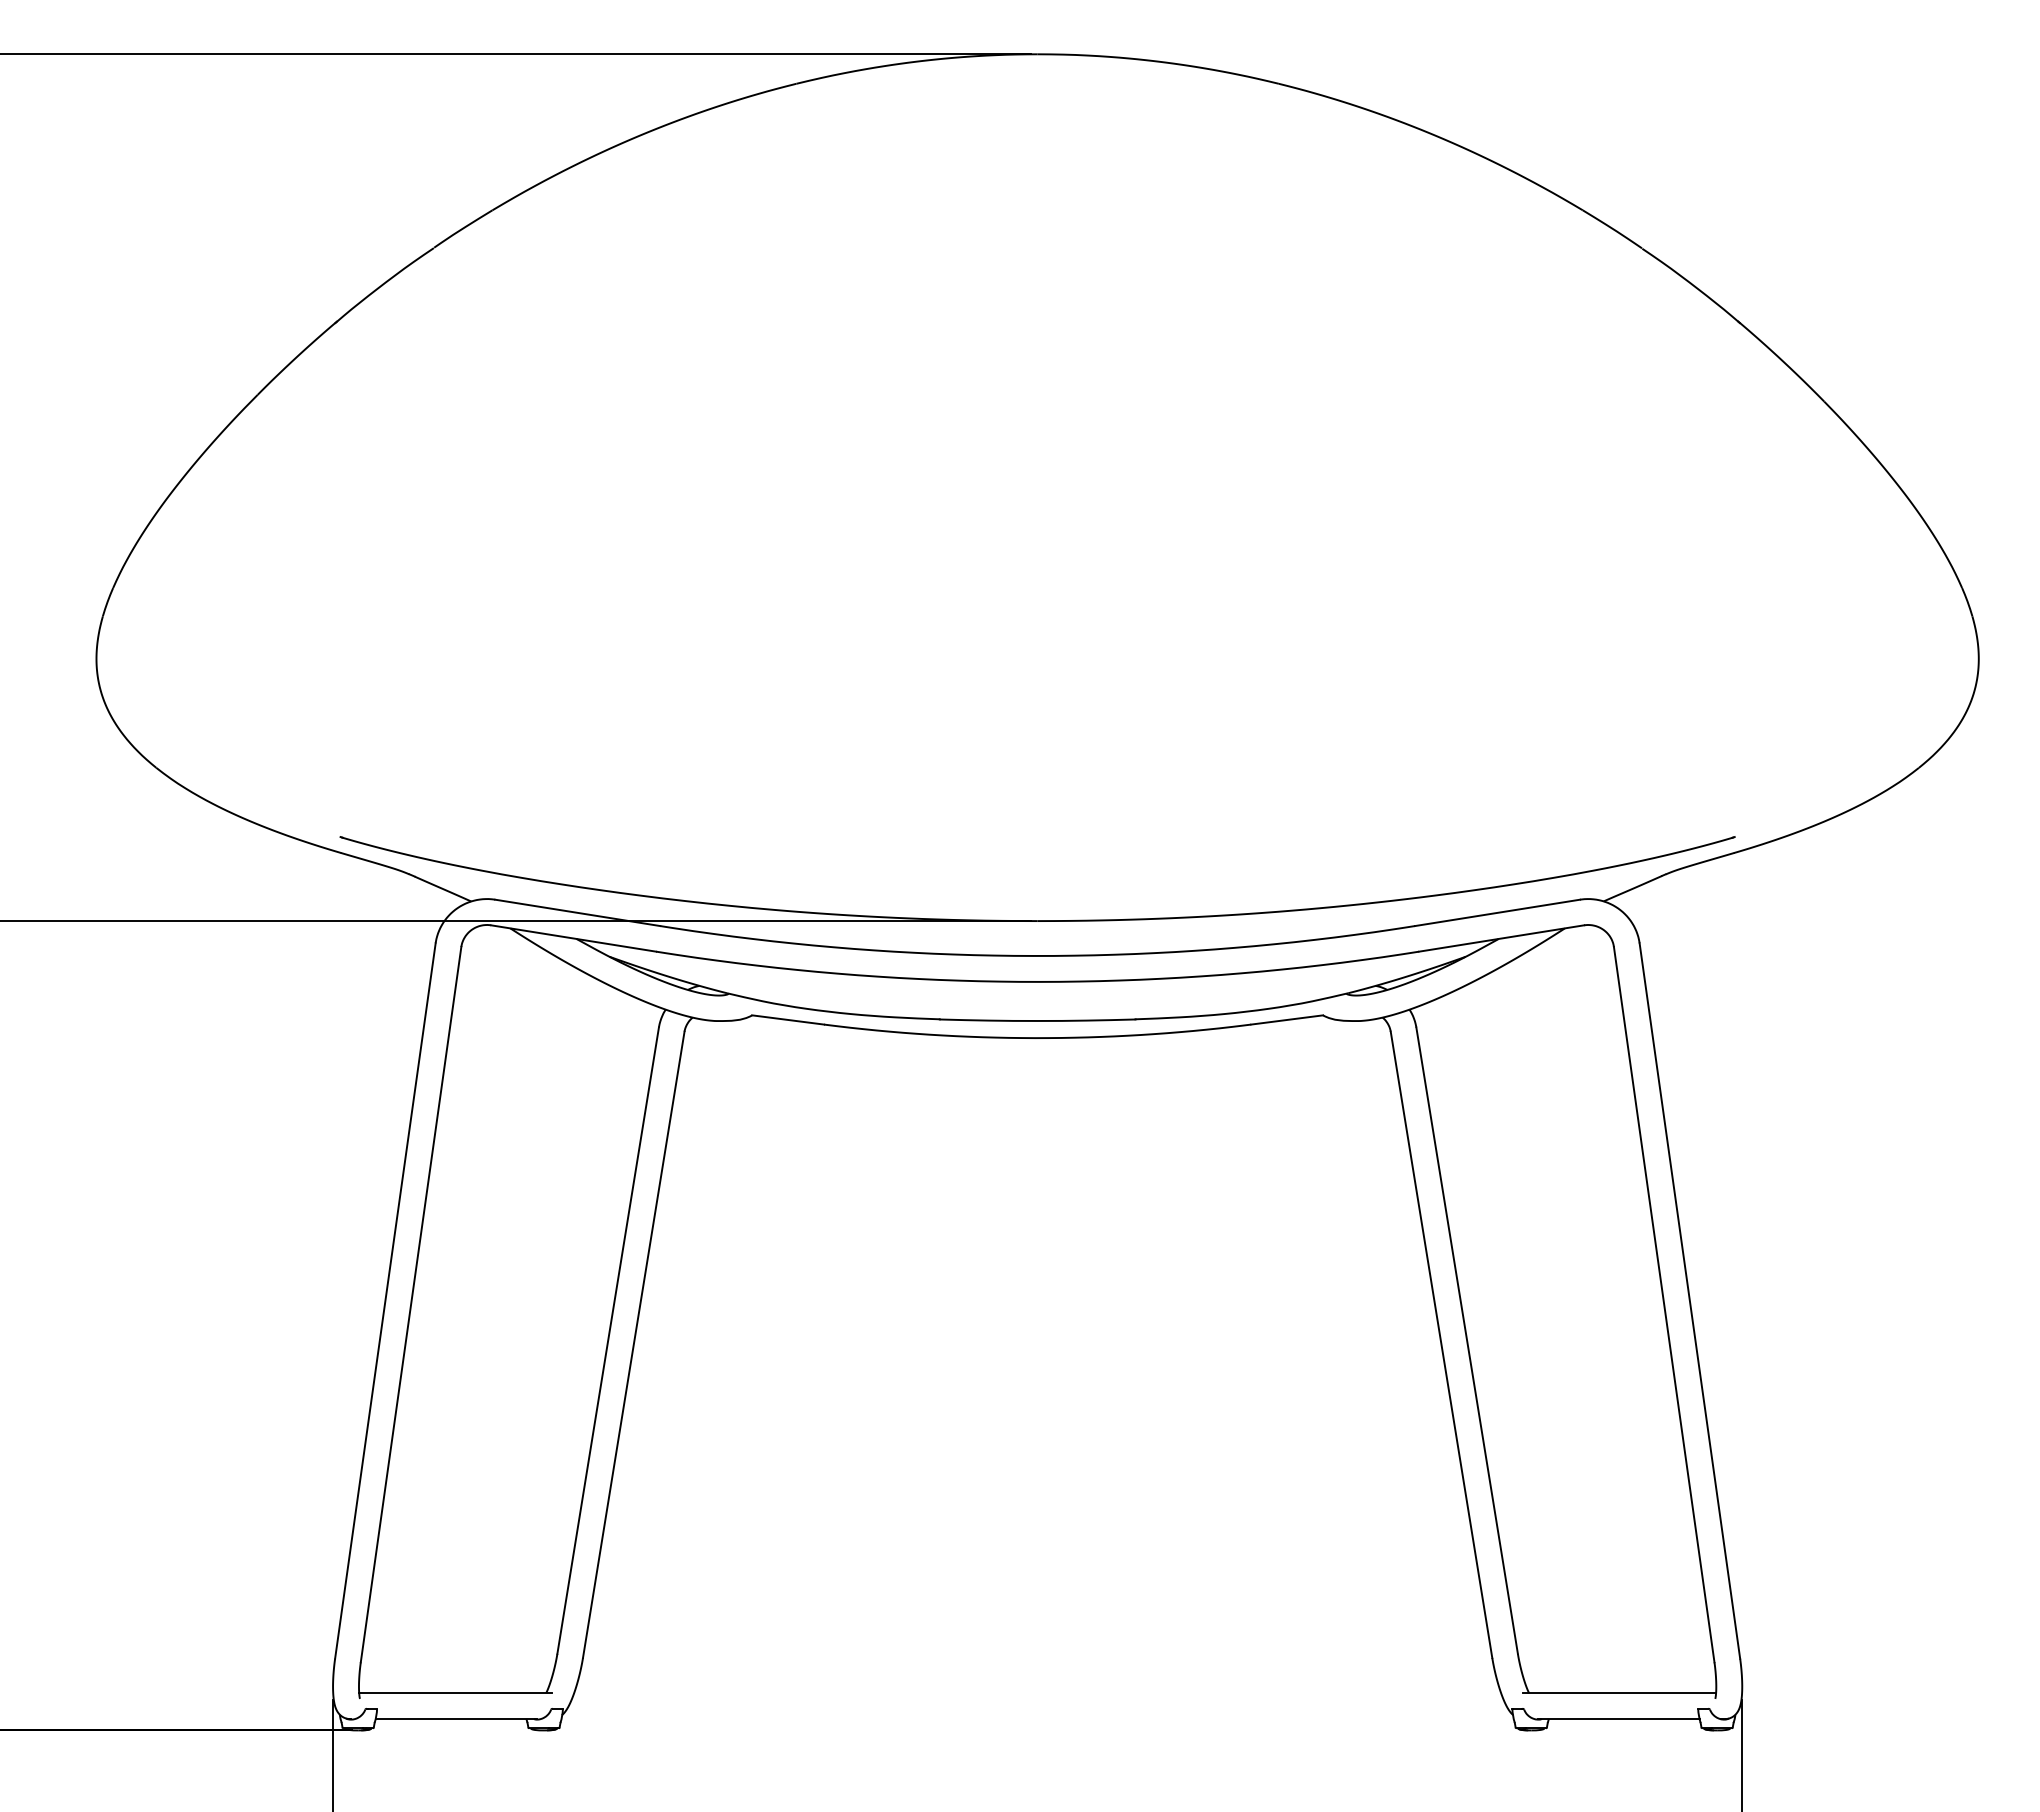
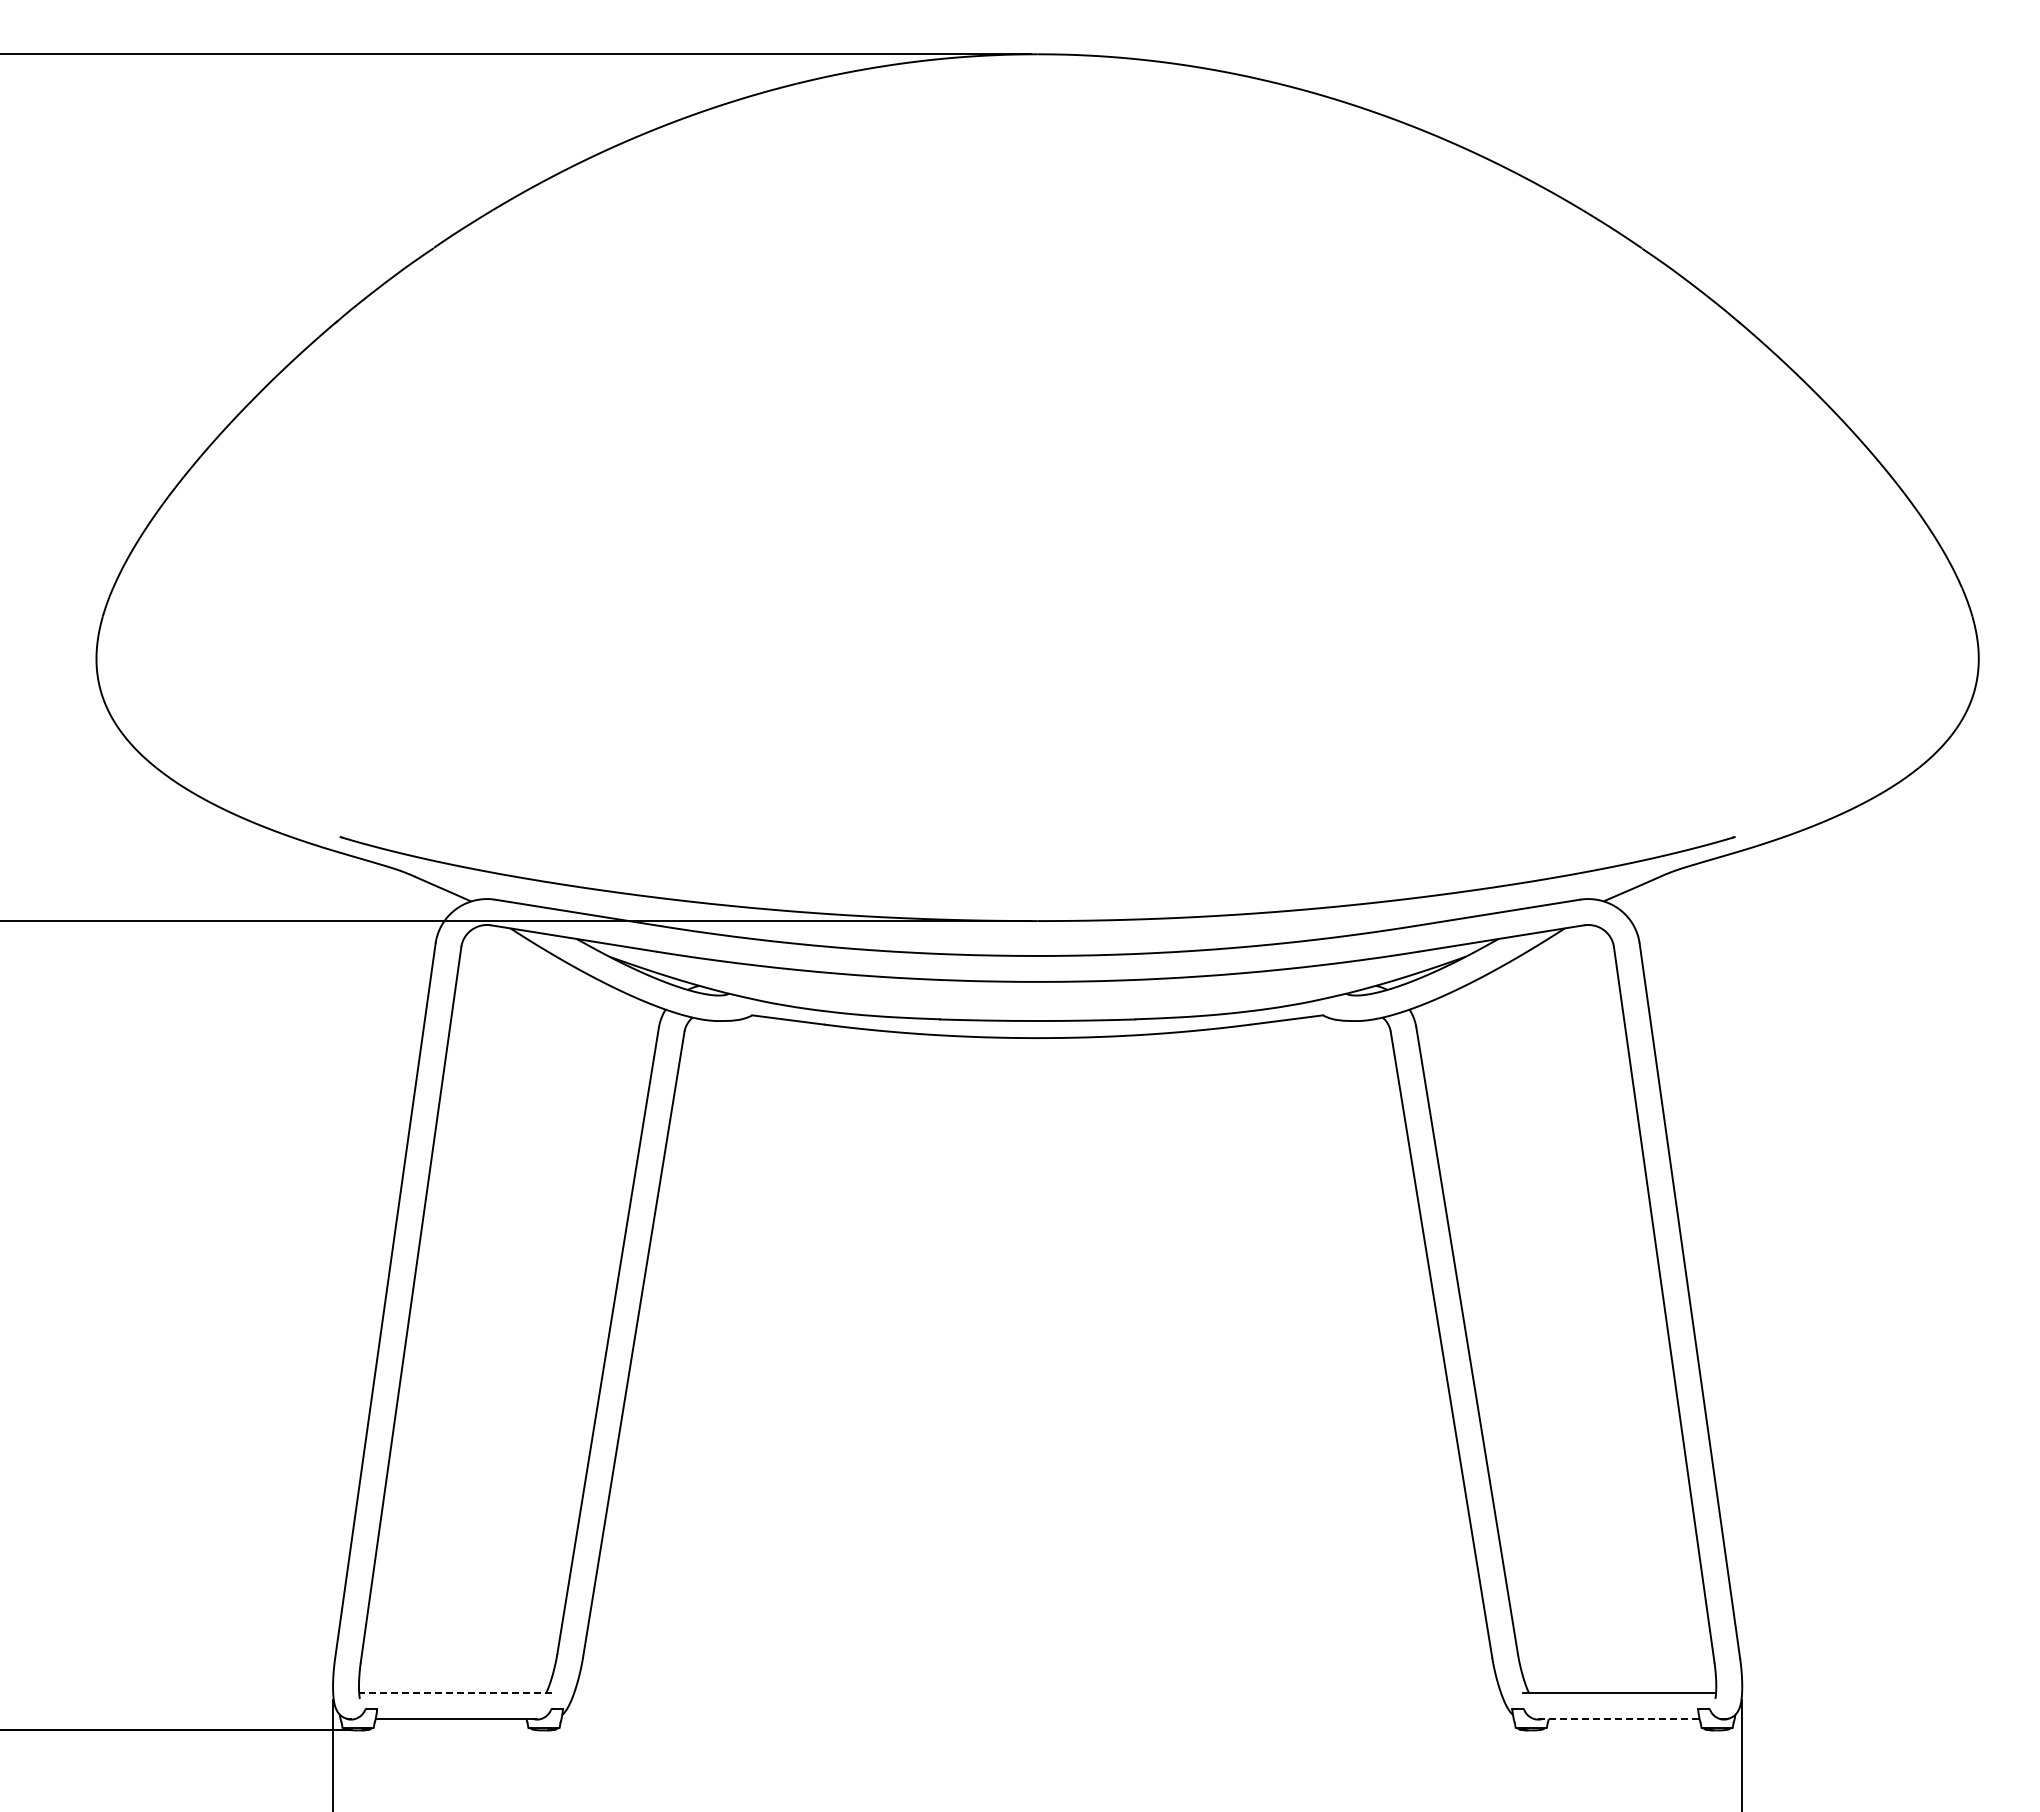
line at (455, 1693): solid -> dashed
line at (1618, 1719): solid -> dashed
